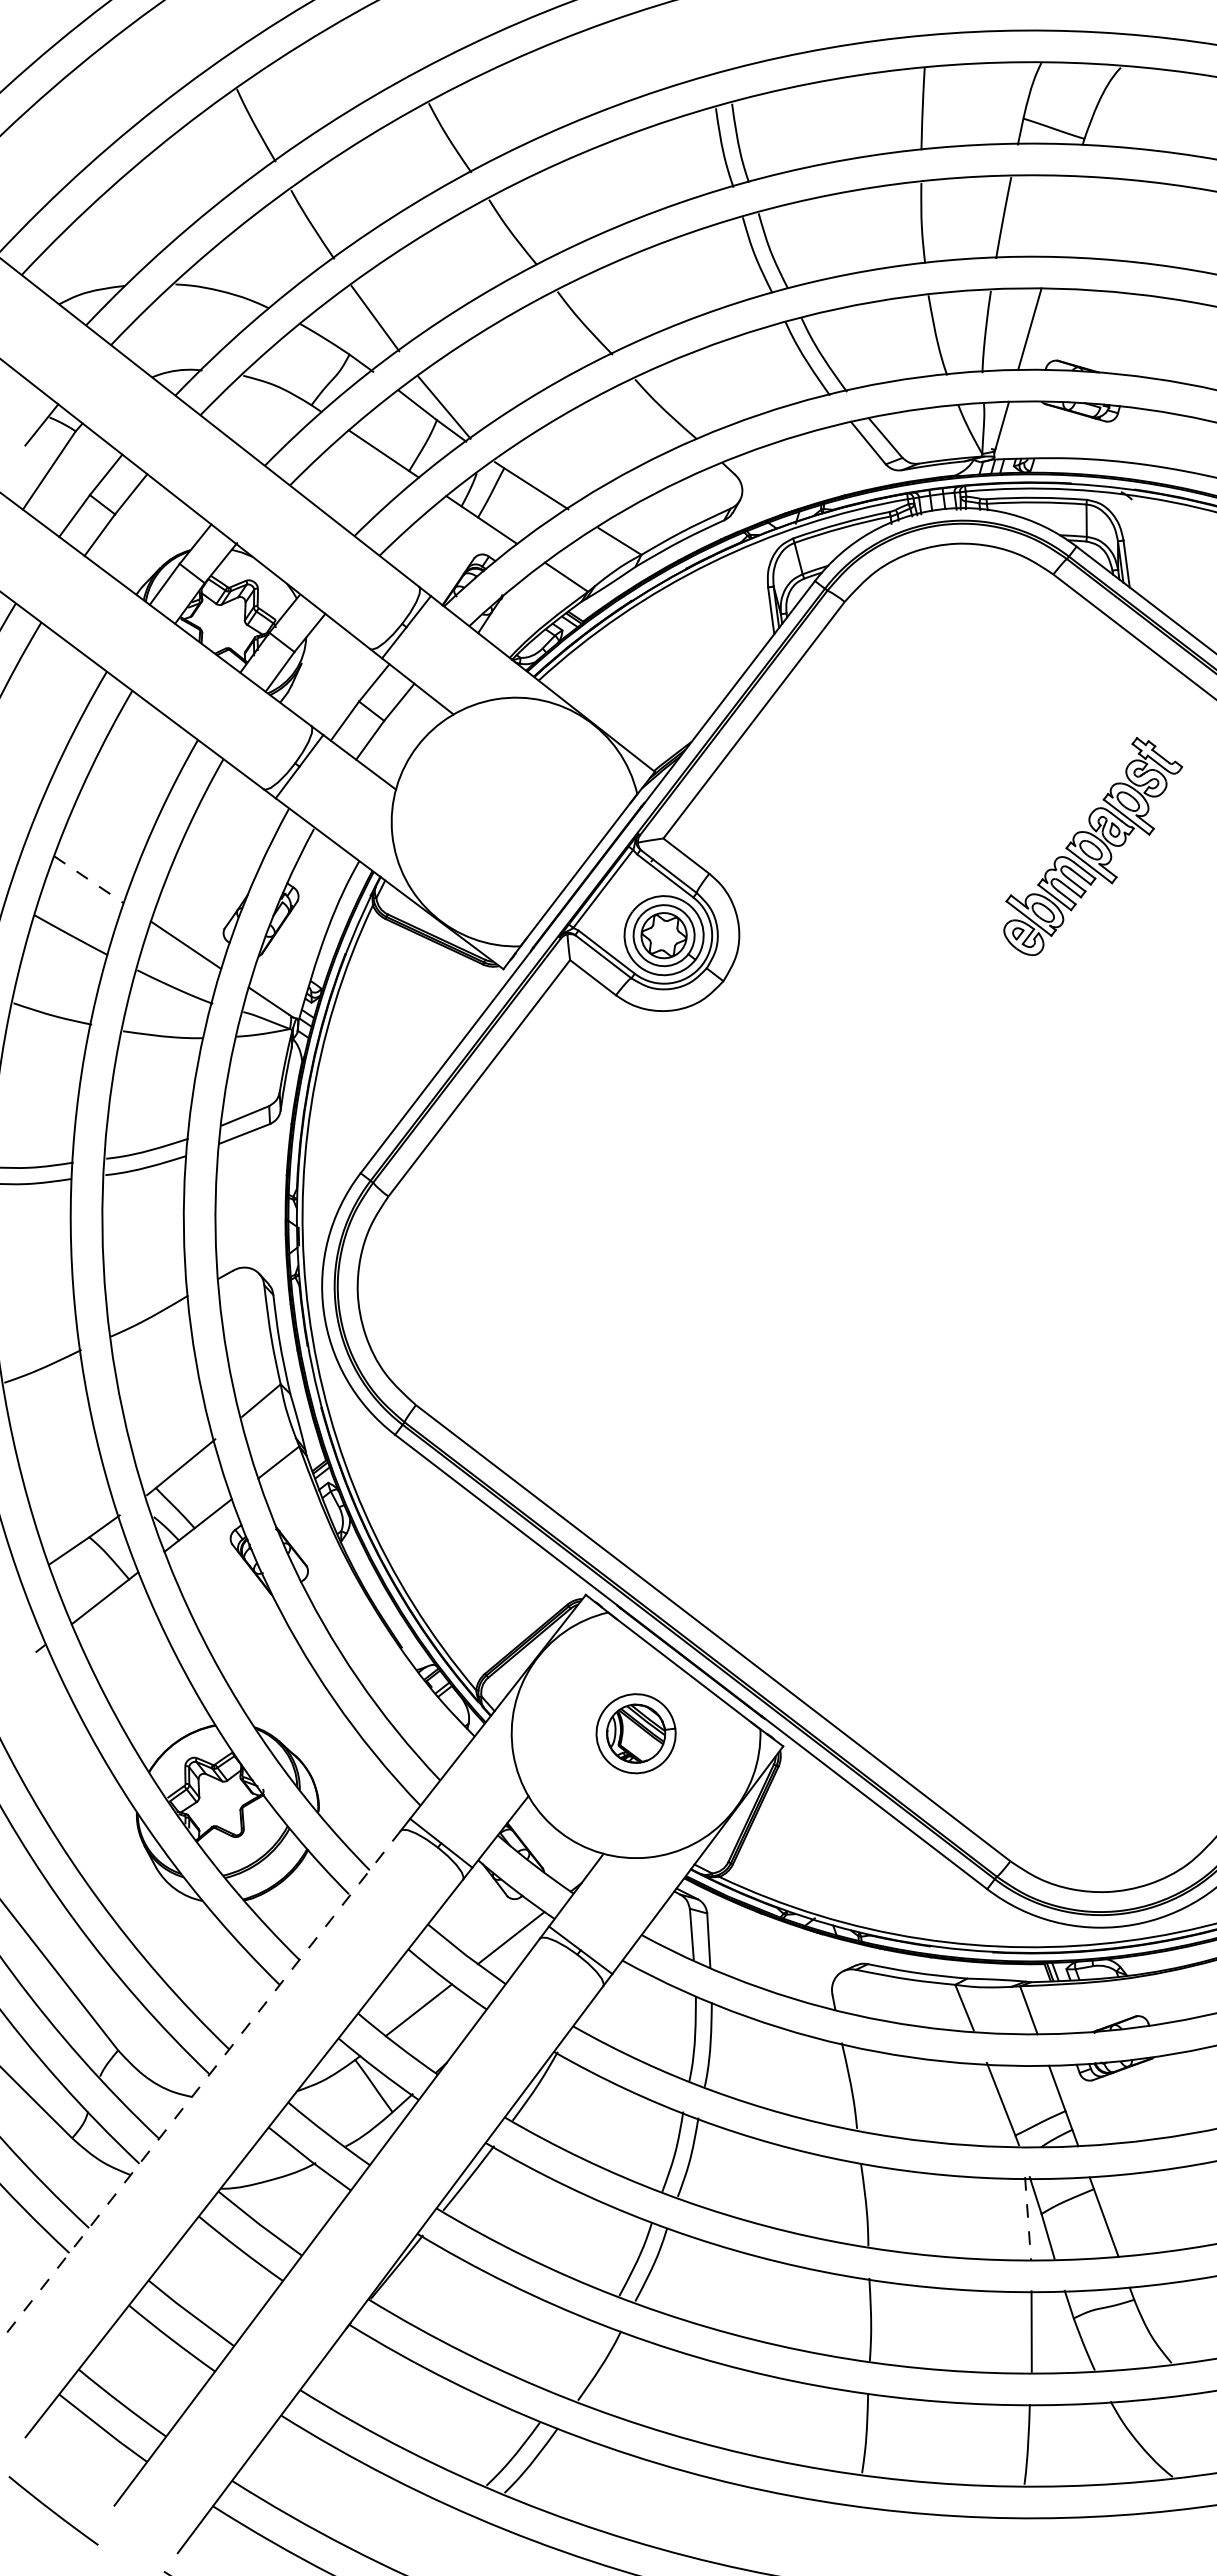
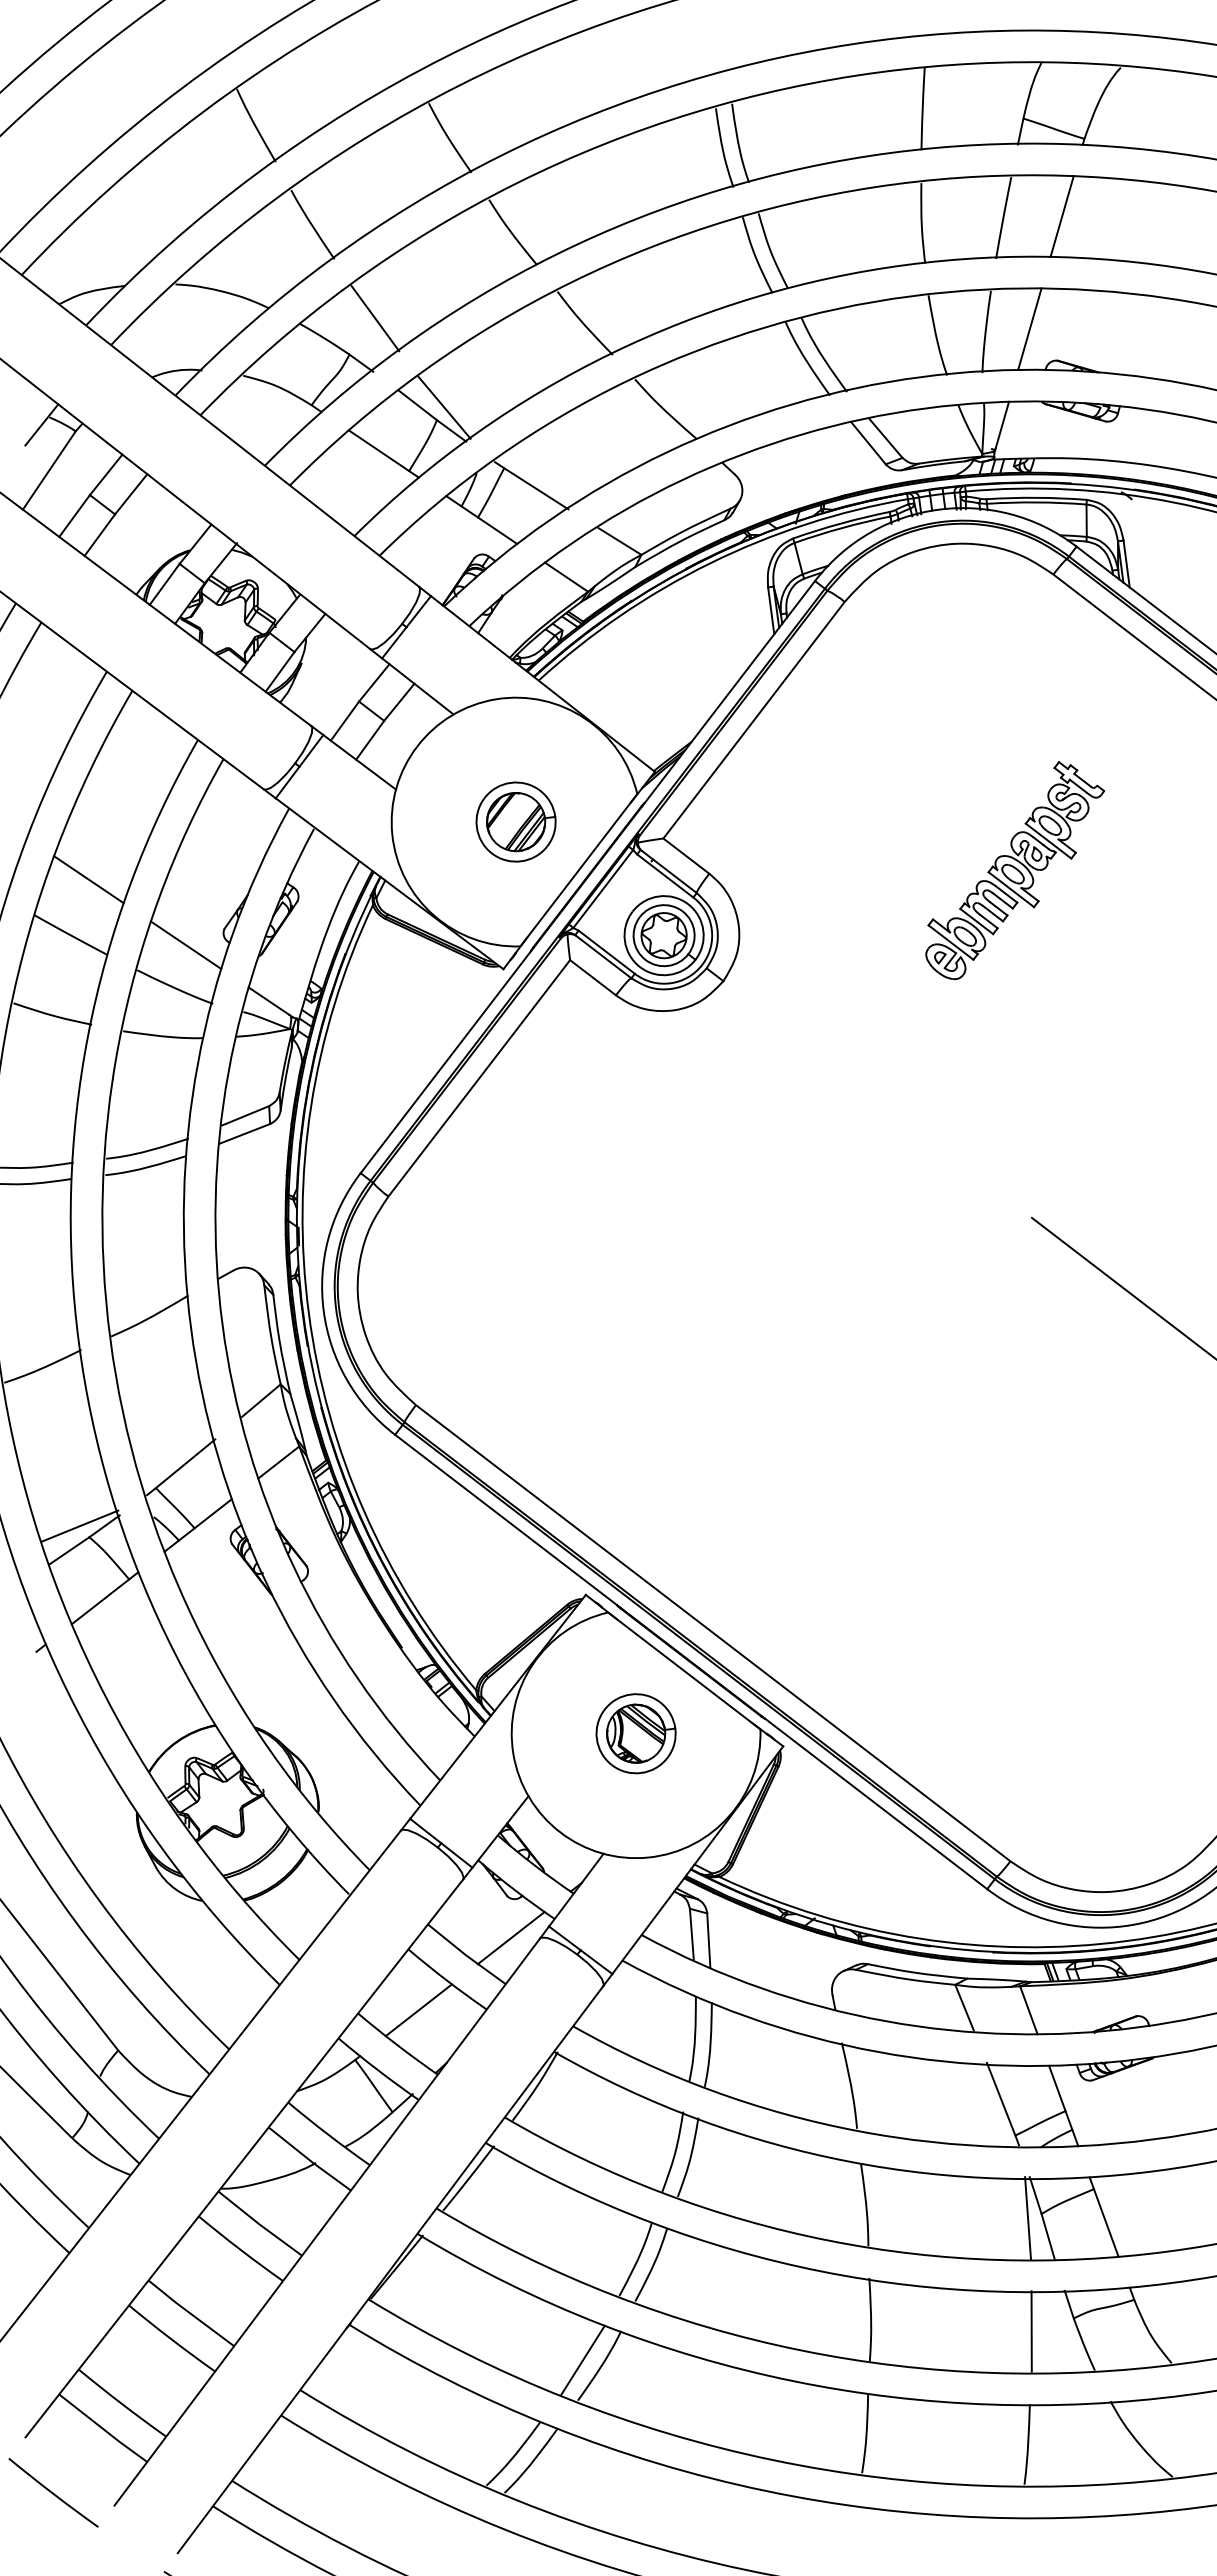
line at (1061, 216): none -> present
part at (515, 821): none -> present
part at (1093, 846) position: (1093, 846) -> (1015, 870)
line at (89, 879): dashed -> solid
line at (1122, 1287): none -> present
line at (79, 1525): none -> present
line at (200, 2086): dashed -> solid
line at (1028, 2218): dashed -> solid
line at (582, 2359): none -> present
arc at (53, 2510) position: (53, 2510) -> (53, 2492)
